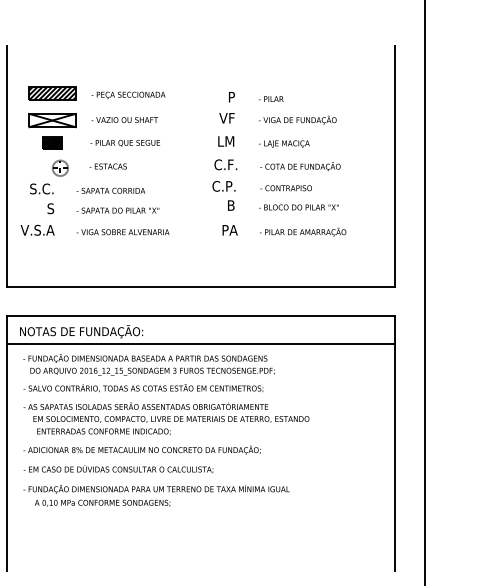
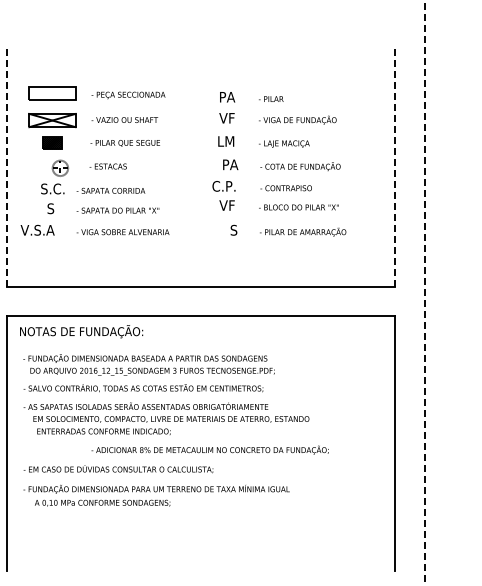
hatch at (52, 93): present -> none
text at (227, 97): P -> PA
text at (226, 164): C.F. -> PA
line at (7, 165): solid -> dashed
line at (395, 165): solid -> dashed
text at (41, 188) position: (41, 188) -> (52, 188)
text at (226, 205): B -> VF
text at (229, 229): PA -> S
line at (424, 293): solid -> dashed
line at (201, 344): present -> none
text at (141, 449) position: (141, 449) -> (209, 449)
